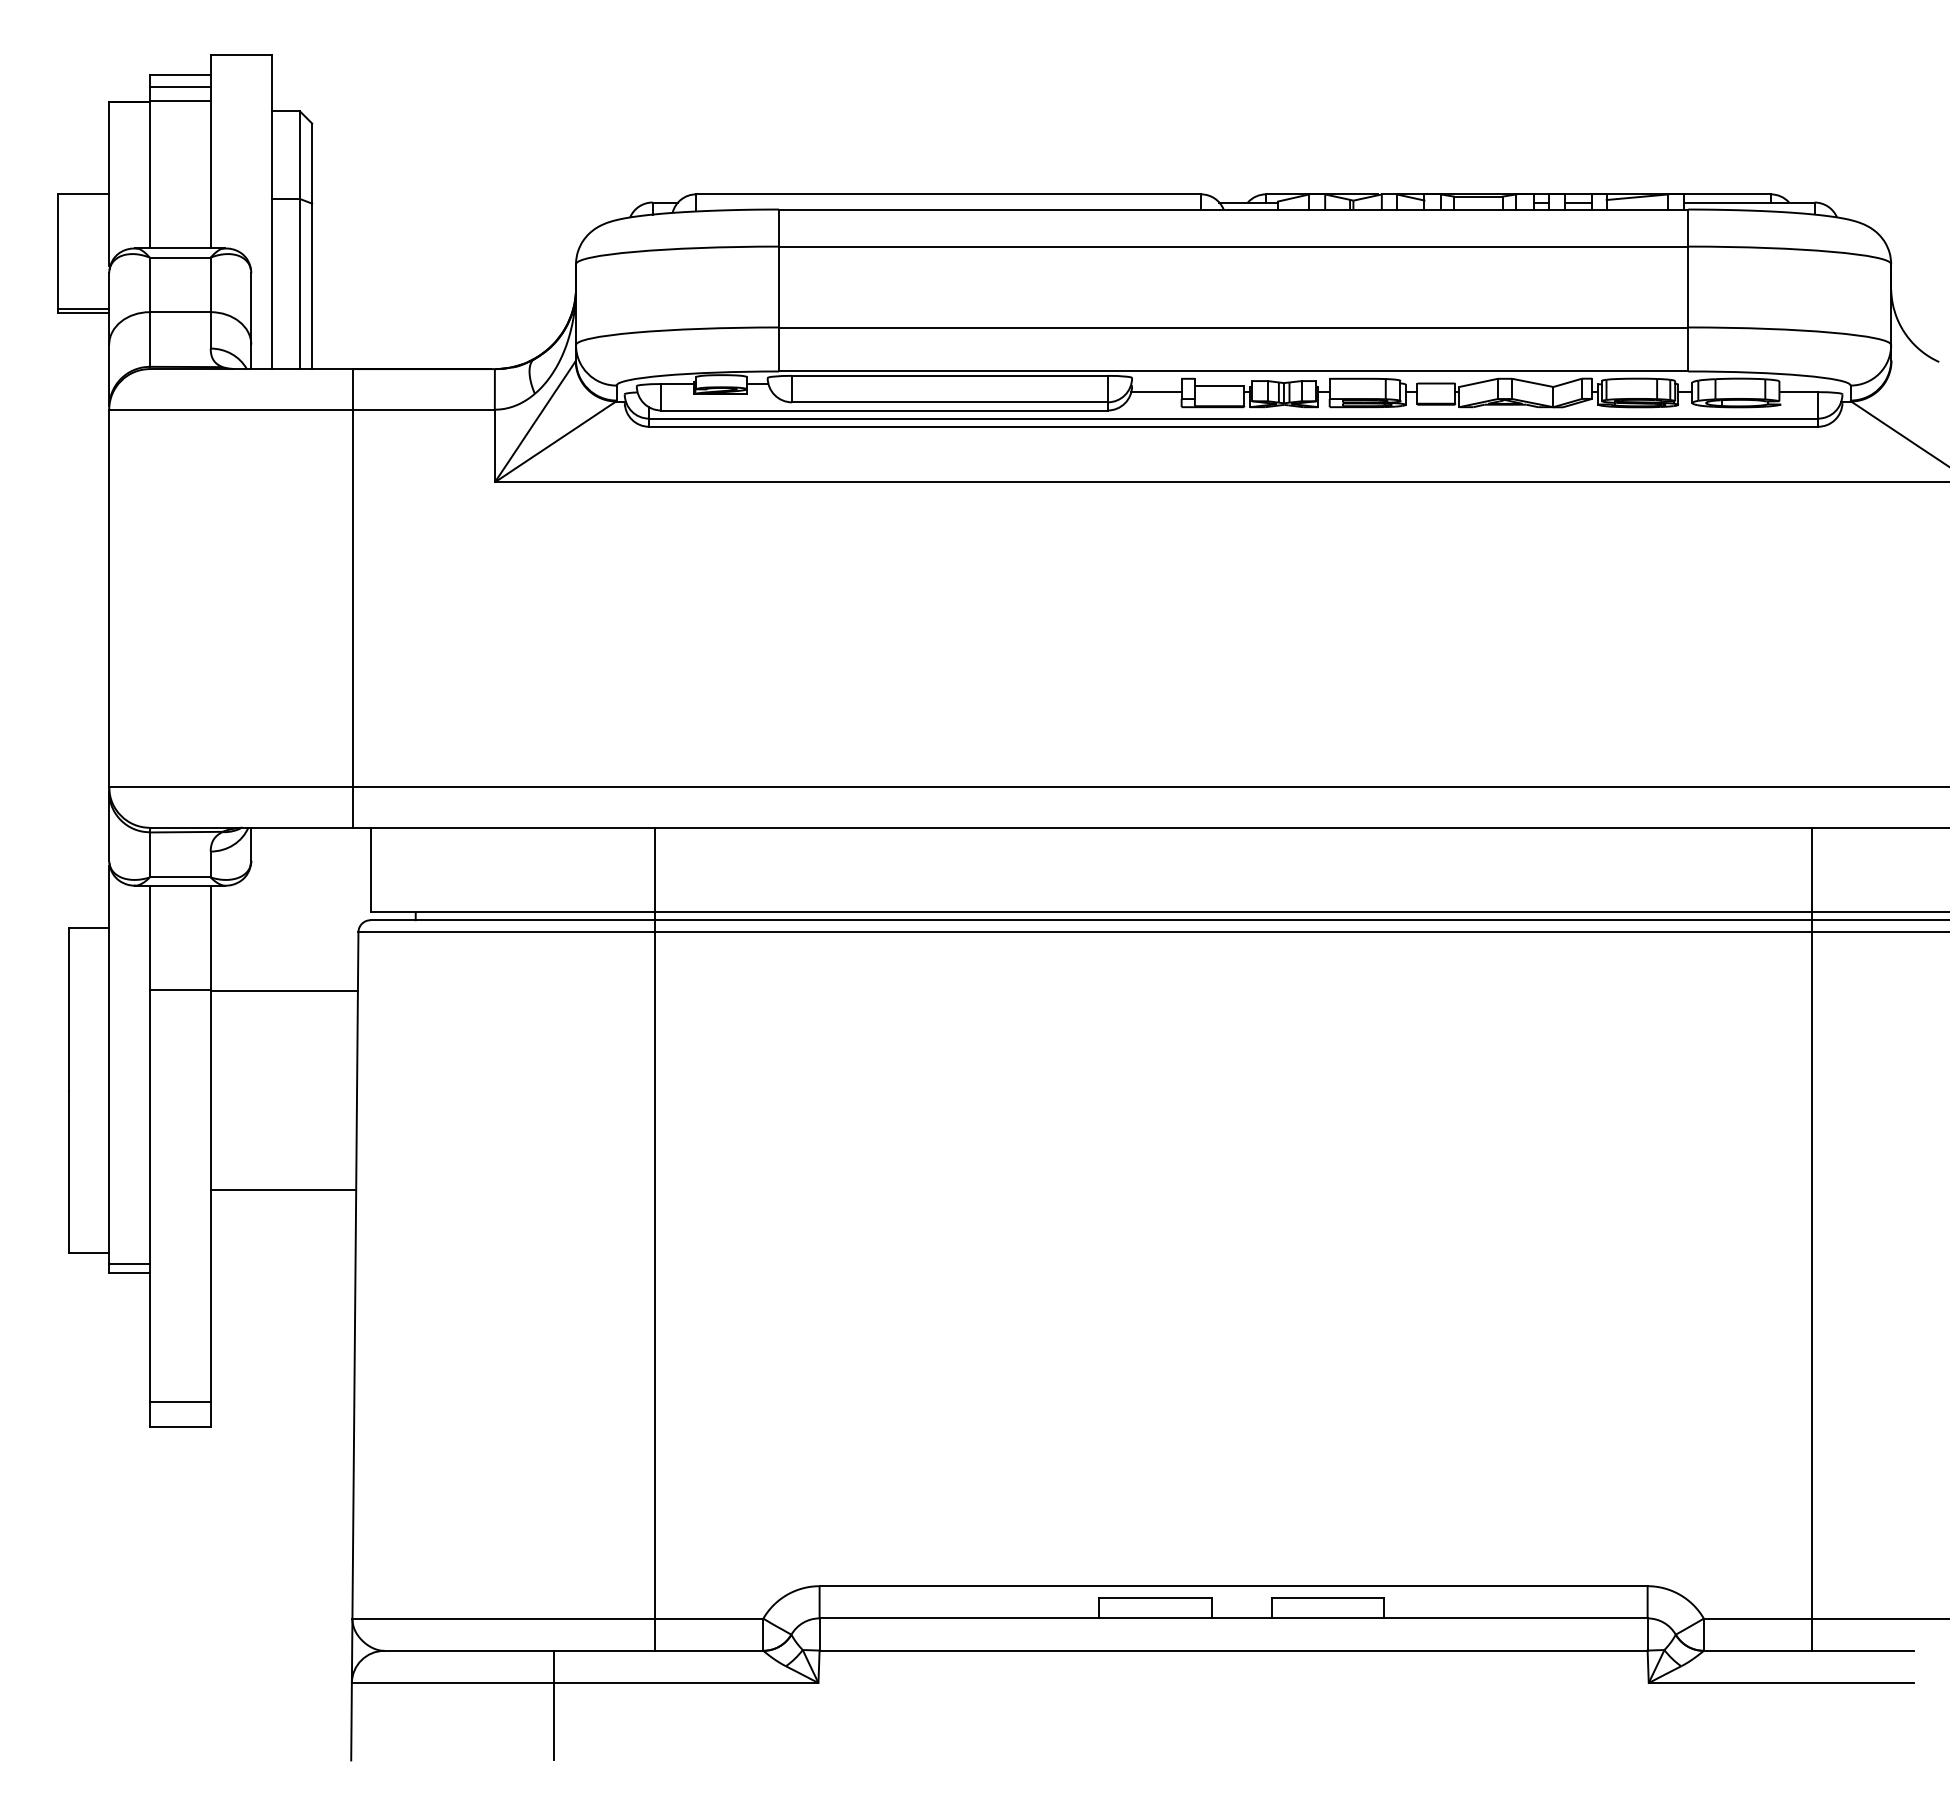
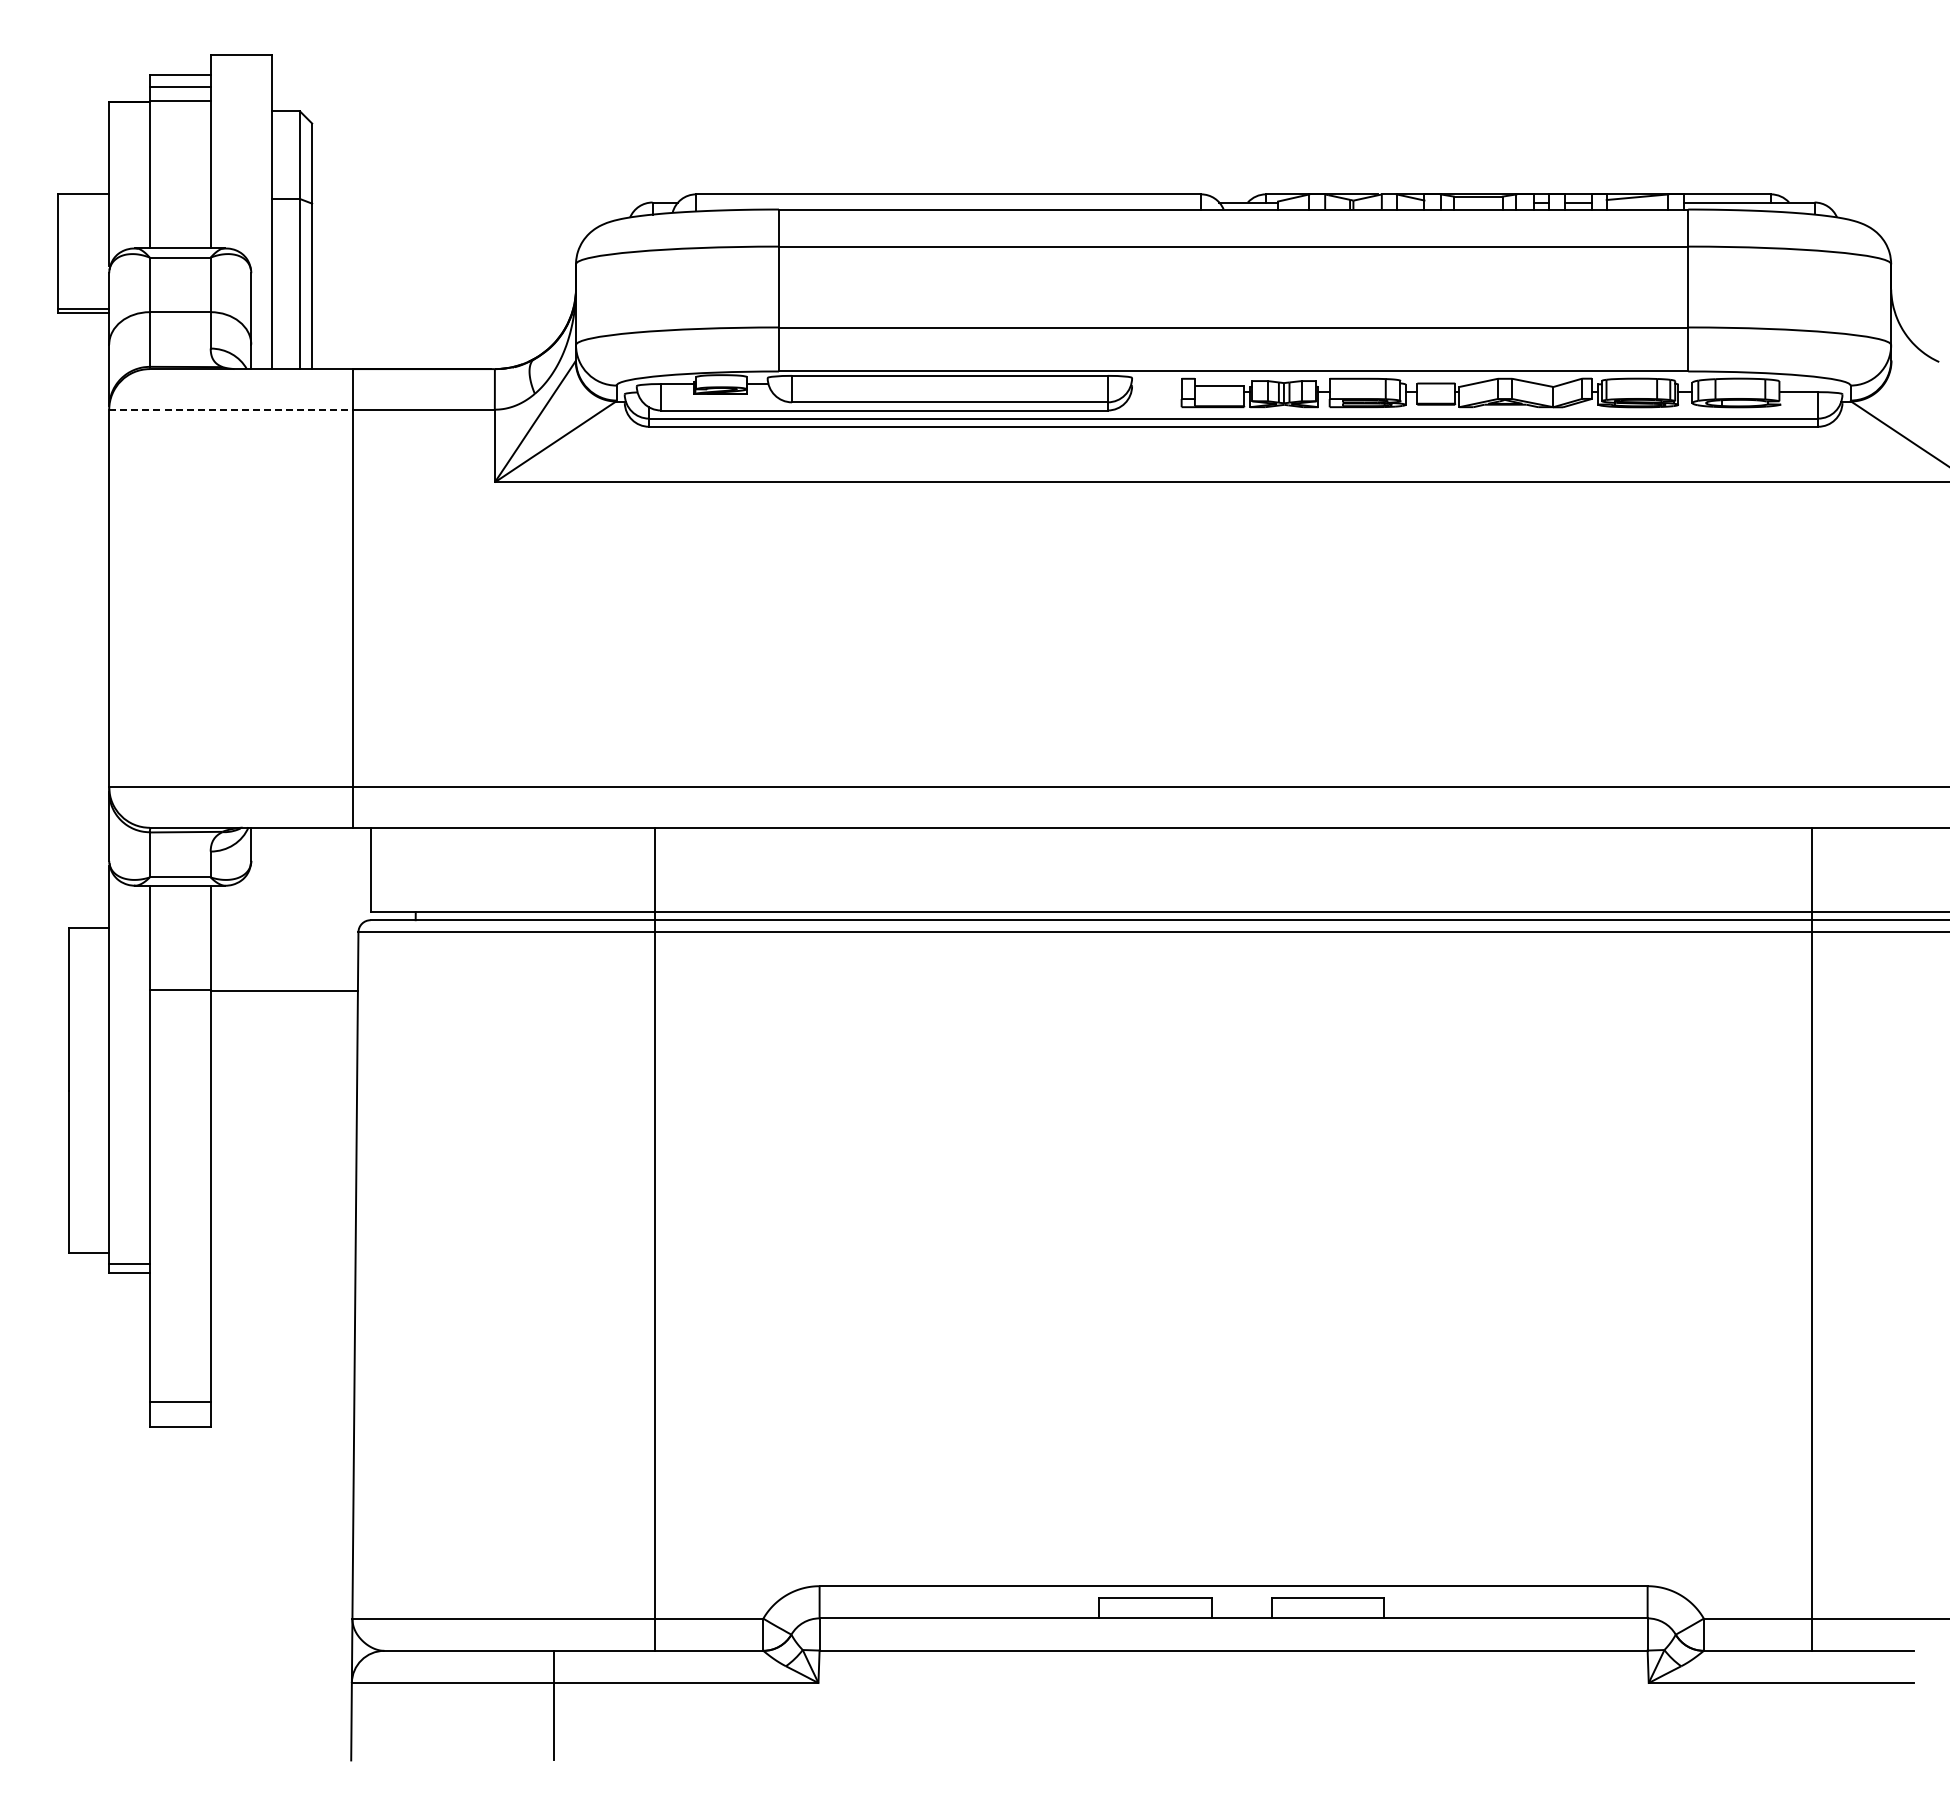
line at (1156, 392): present -> none
line at (230, 409): solid -> dashed
line at (283, 1190): present -> none
